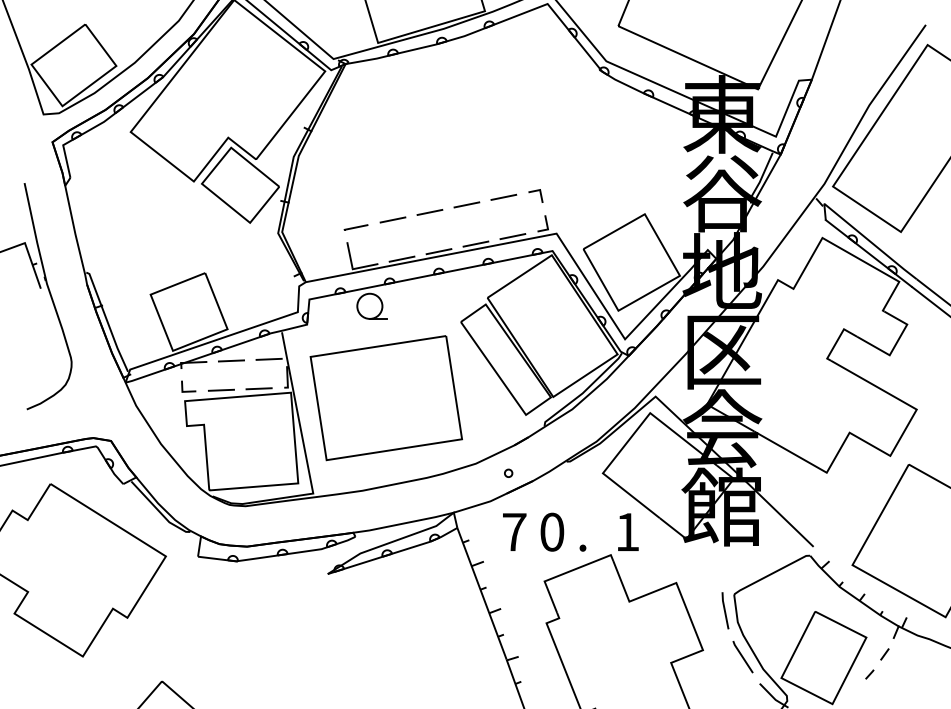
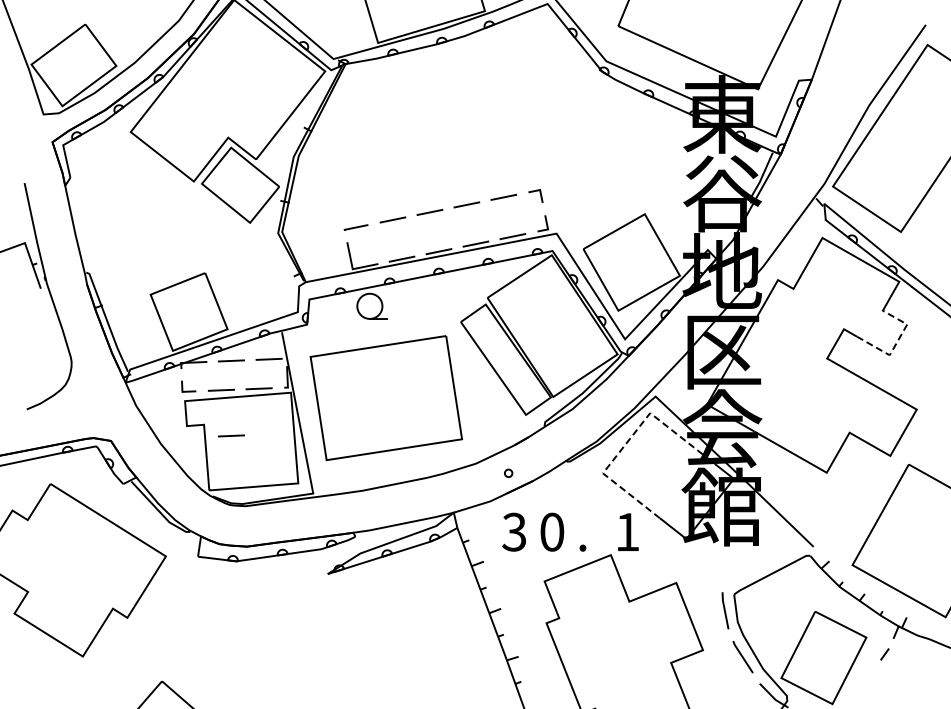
line at (896, 344): solid -> dashed
line at (231, 435): none -> present
line at (630, 438): solid -> dashed
text at (514, 531): 7 -> 3
line at (869, 674): present -> none
